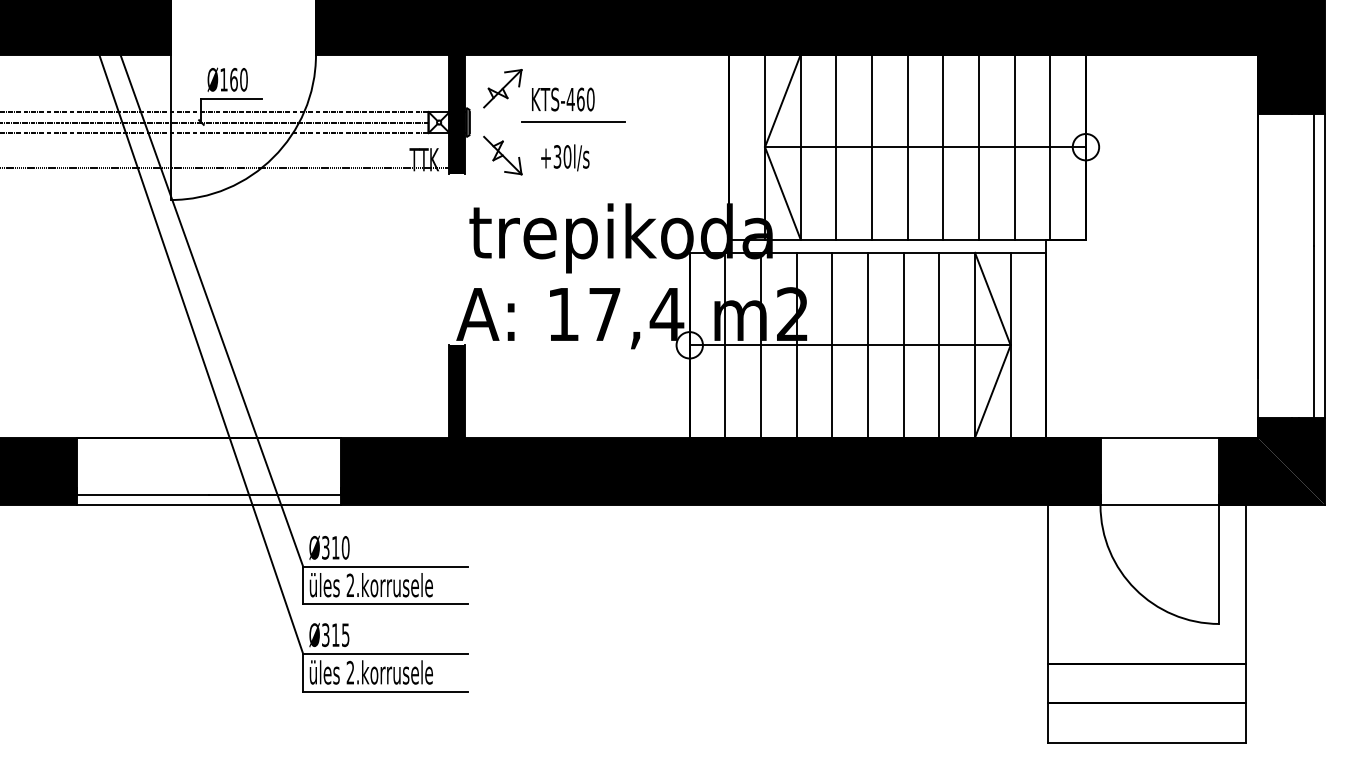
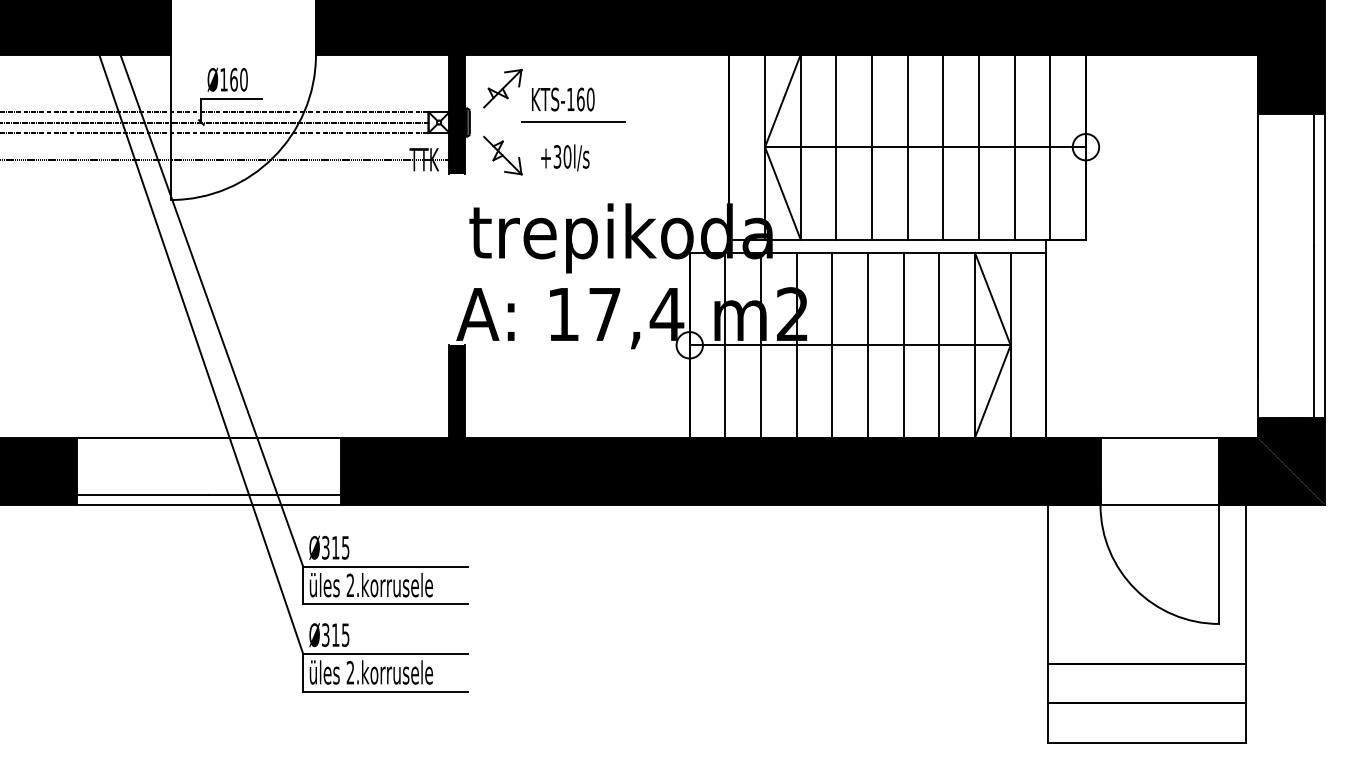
text at (570, 99): KTS-460 -> KTS-160
line at (225, 168) position: (225, 168) -> (225, 160)
text at (345, 547): Ø310 -> Ø315
